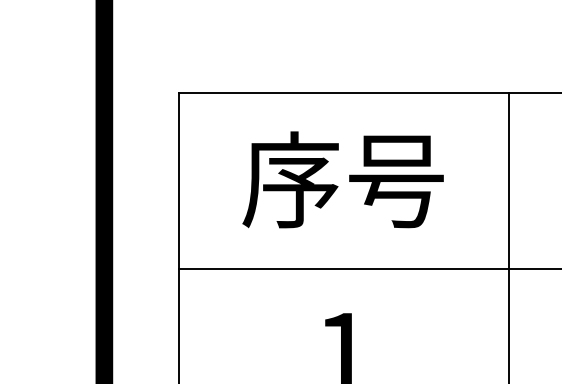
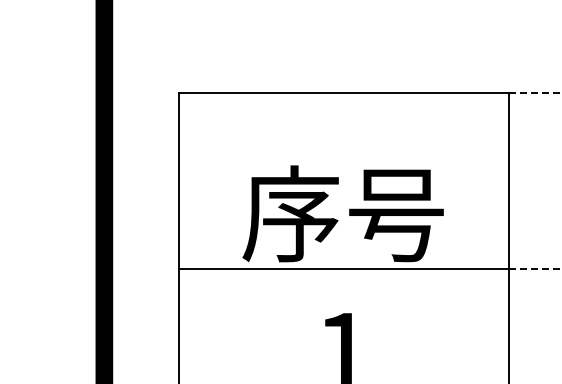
line at (535, 93): solid -> dashed
text at (342, 179) position: (342, 179) -> (342, 213)
line at (535, 269): solid -> dashed
